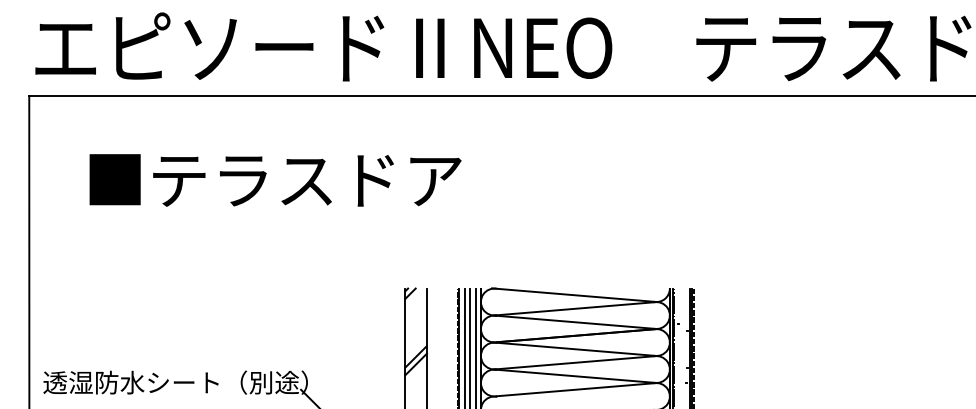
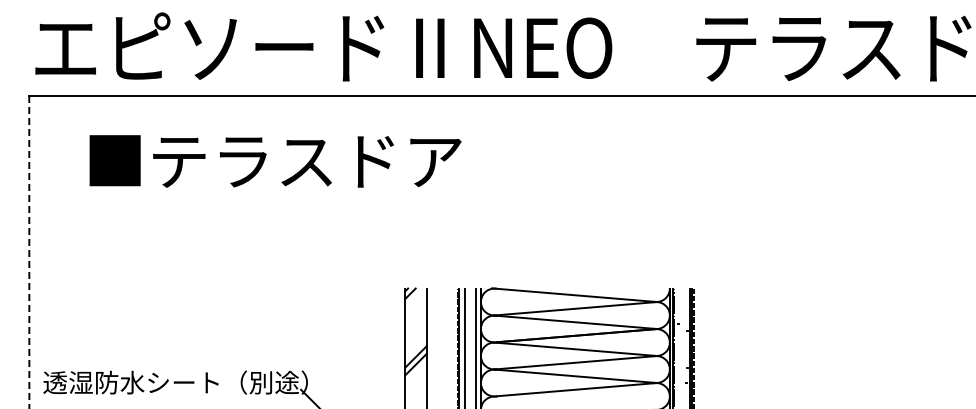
text at (275, 180) position: (275, 180) -> (275, 161)
line at (29, 252): solid -> dashed
line at (470, 346): present -> none
